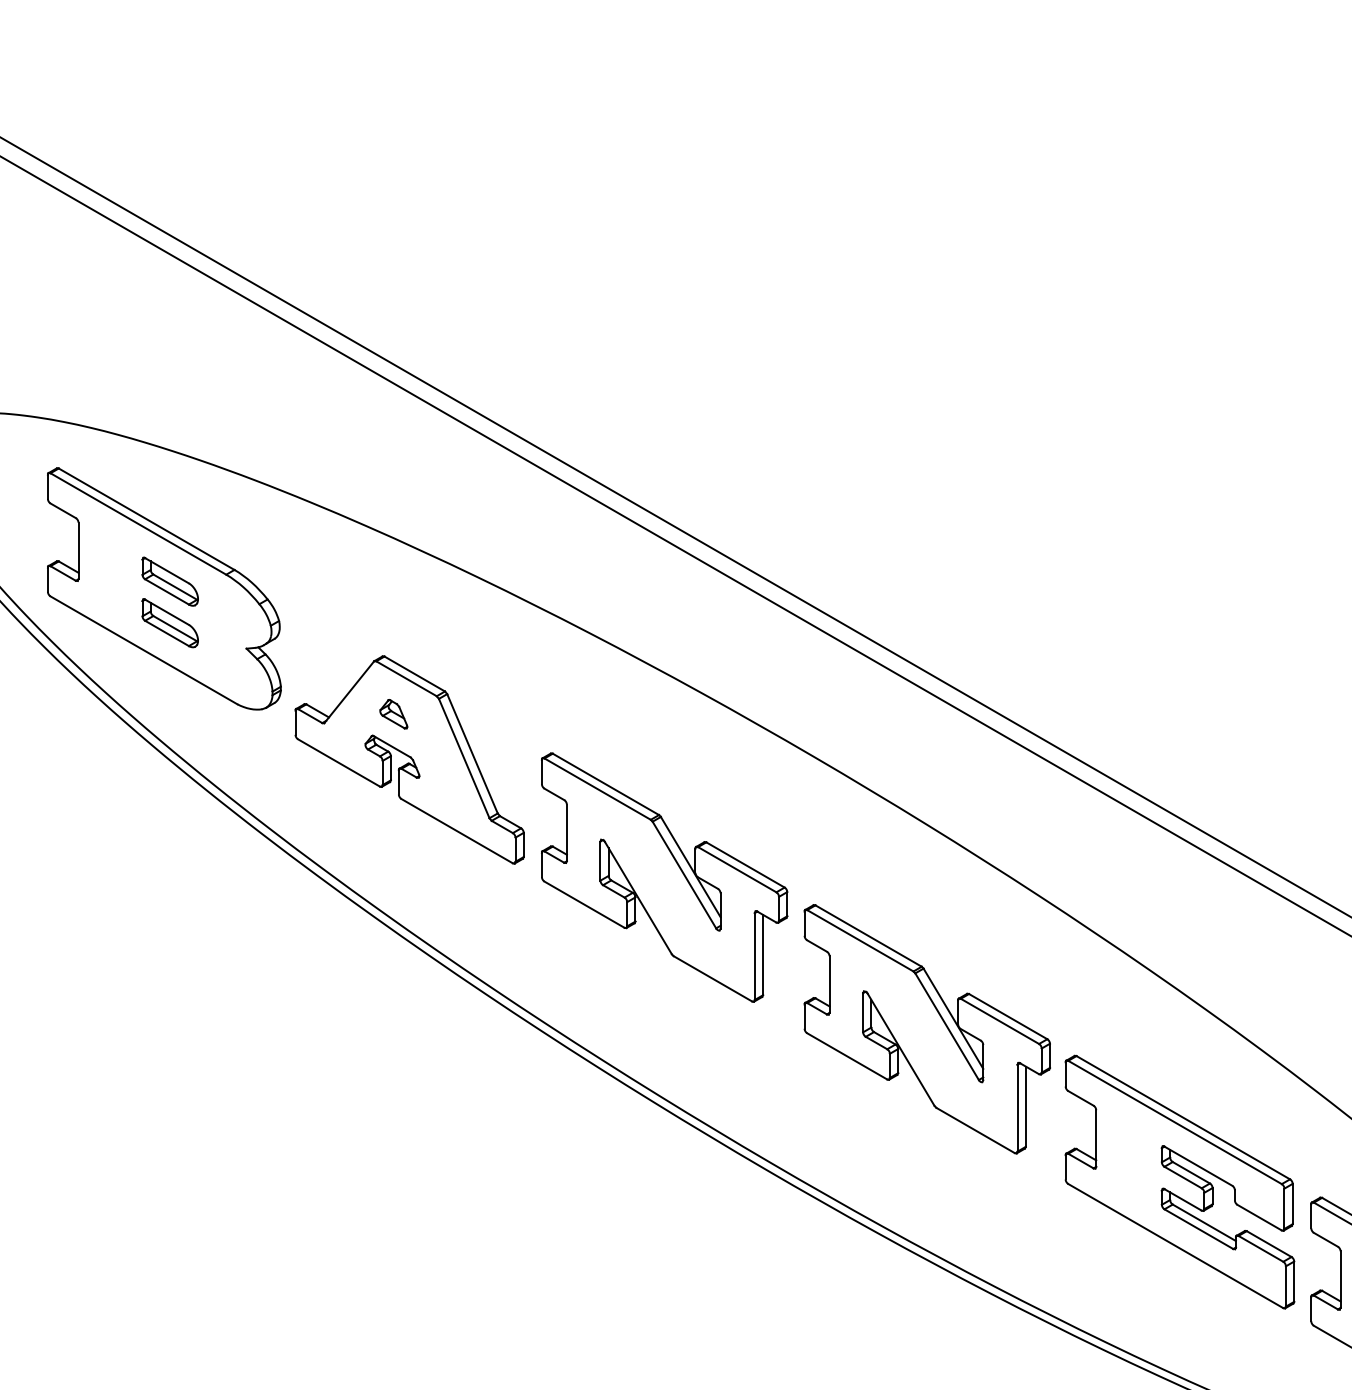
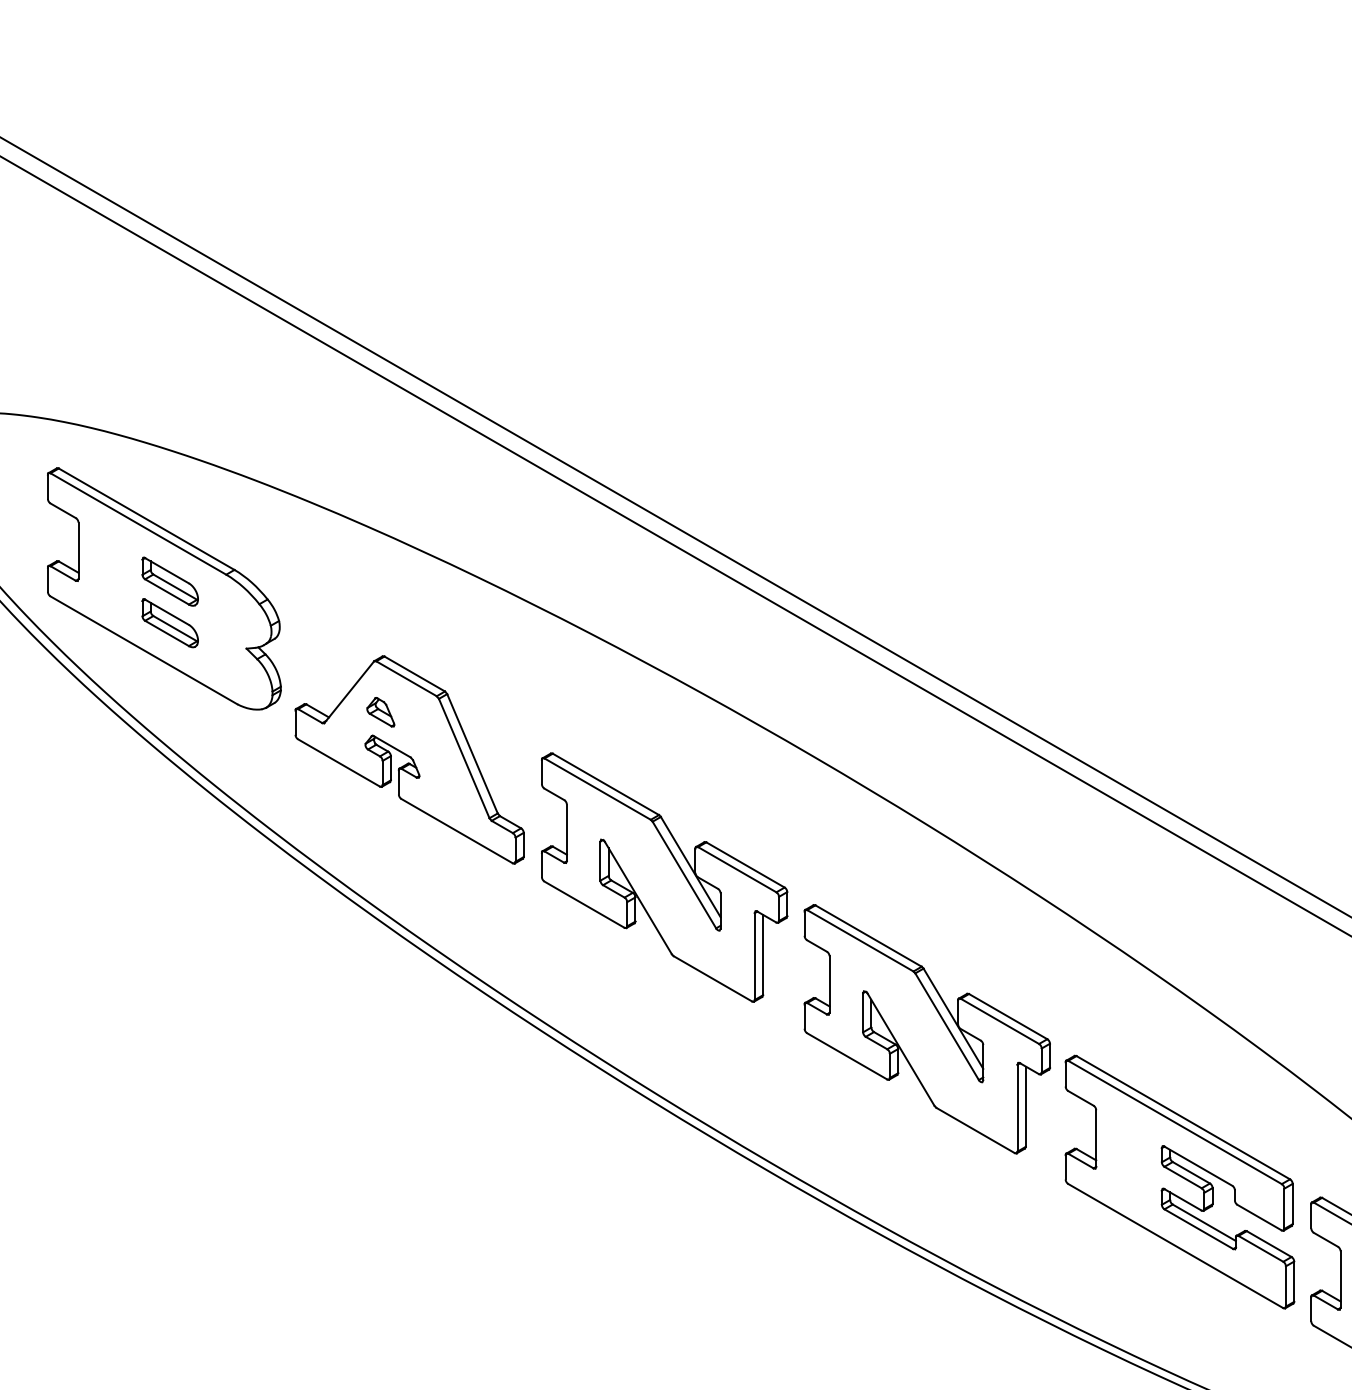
part at (393, 714) position: (393, 714) -> (380, 712)
